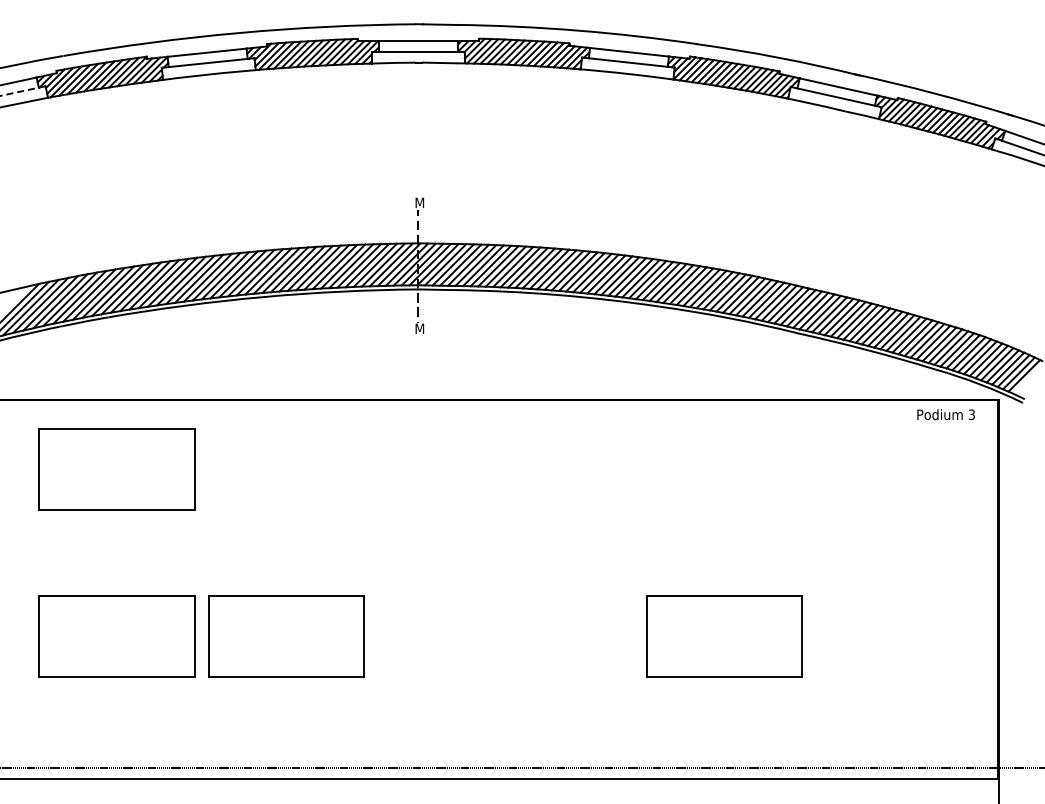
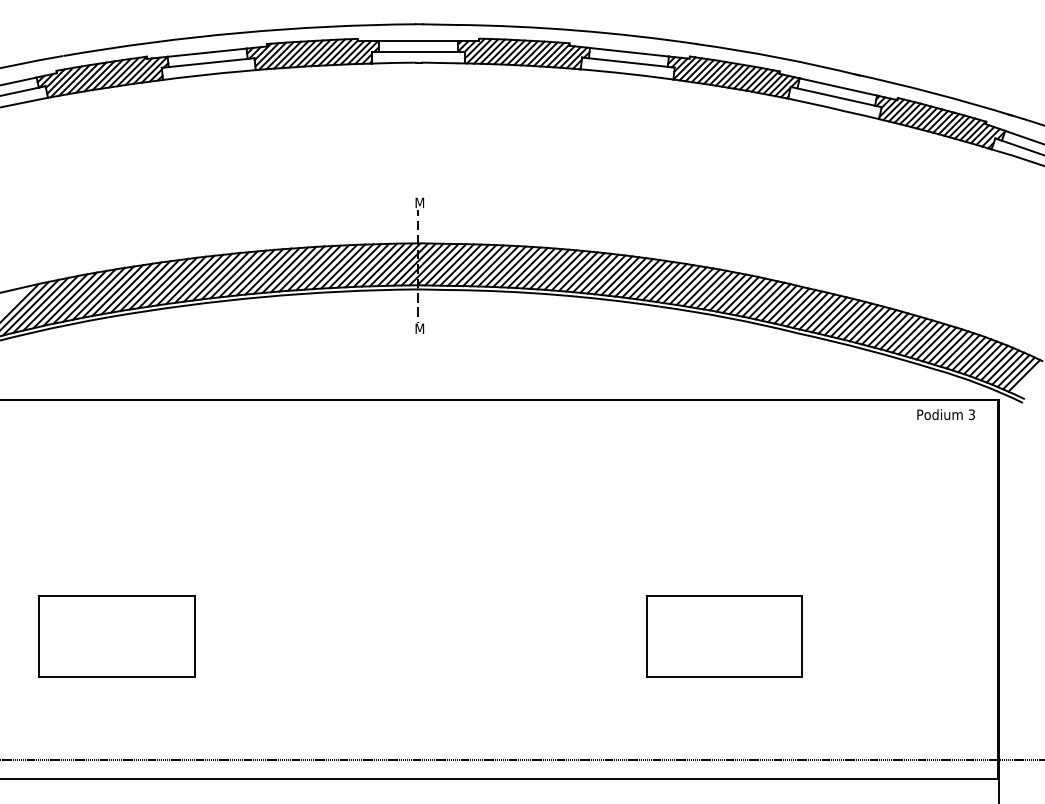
line at (22, 91): dashed -> solid
part at (116, 469): present -> none
part at (286, 636): present -> none
line at (521, 767) position: (521, 767) -> (521, 759)
